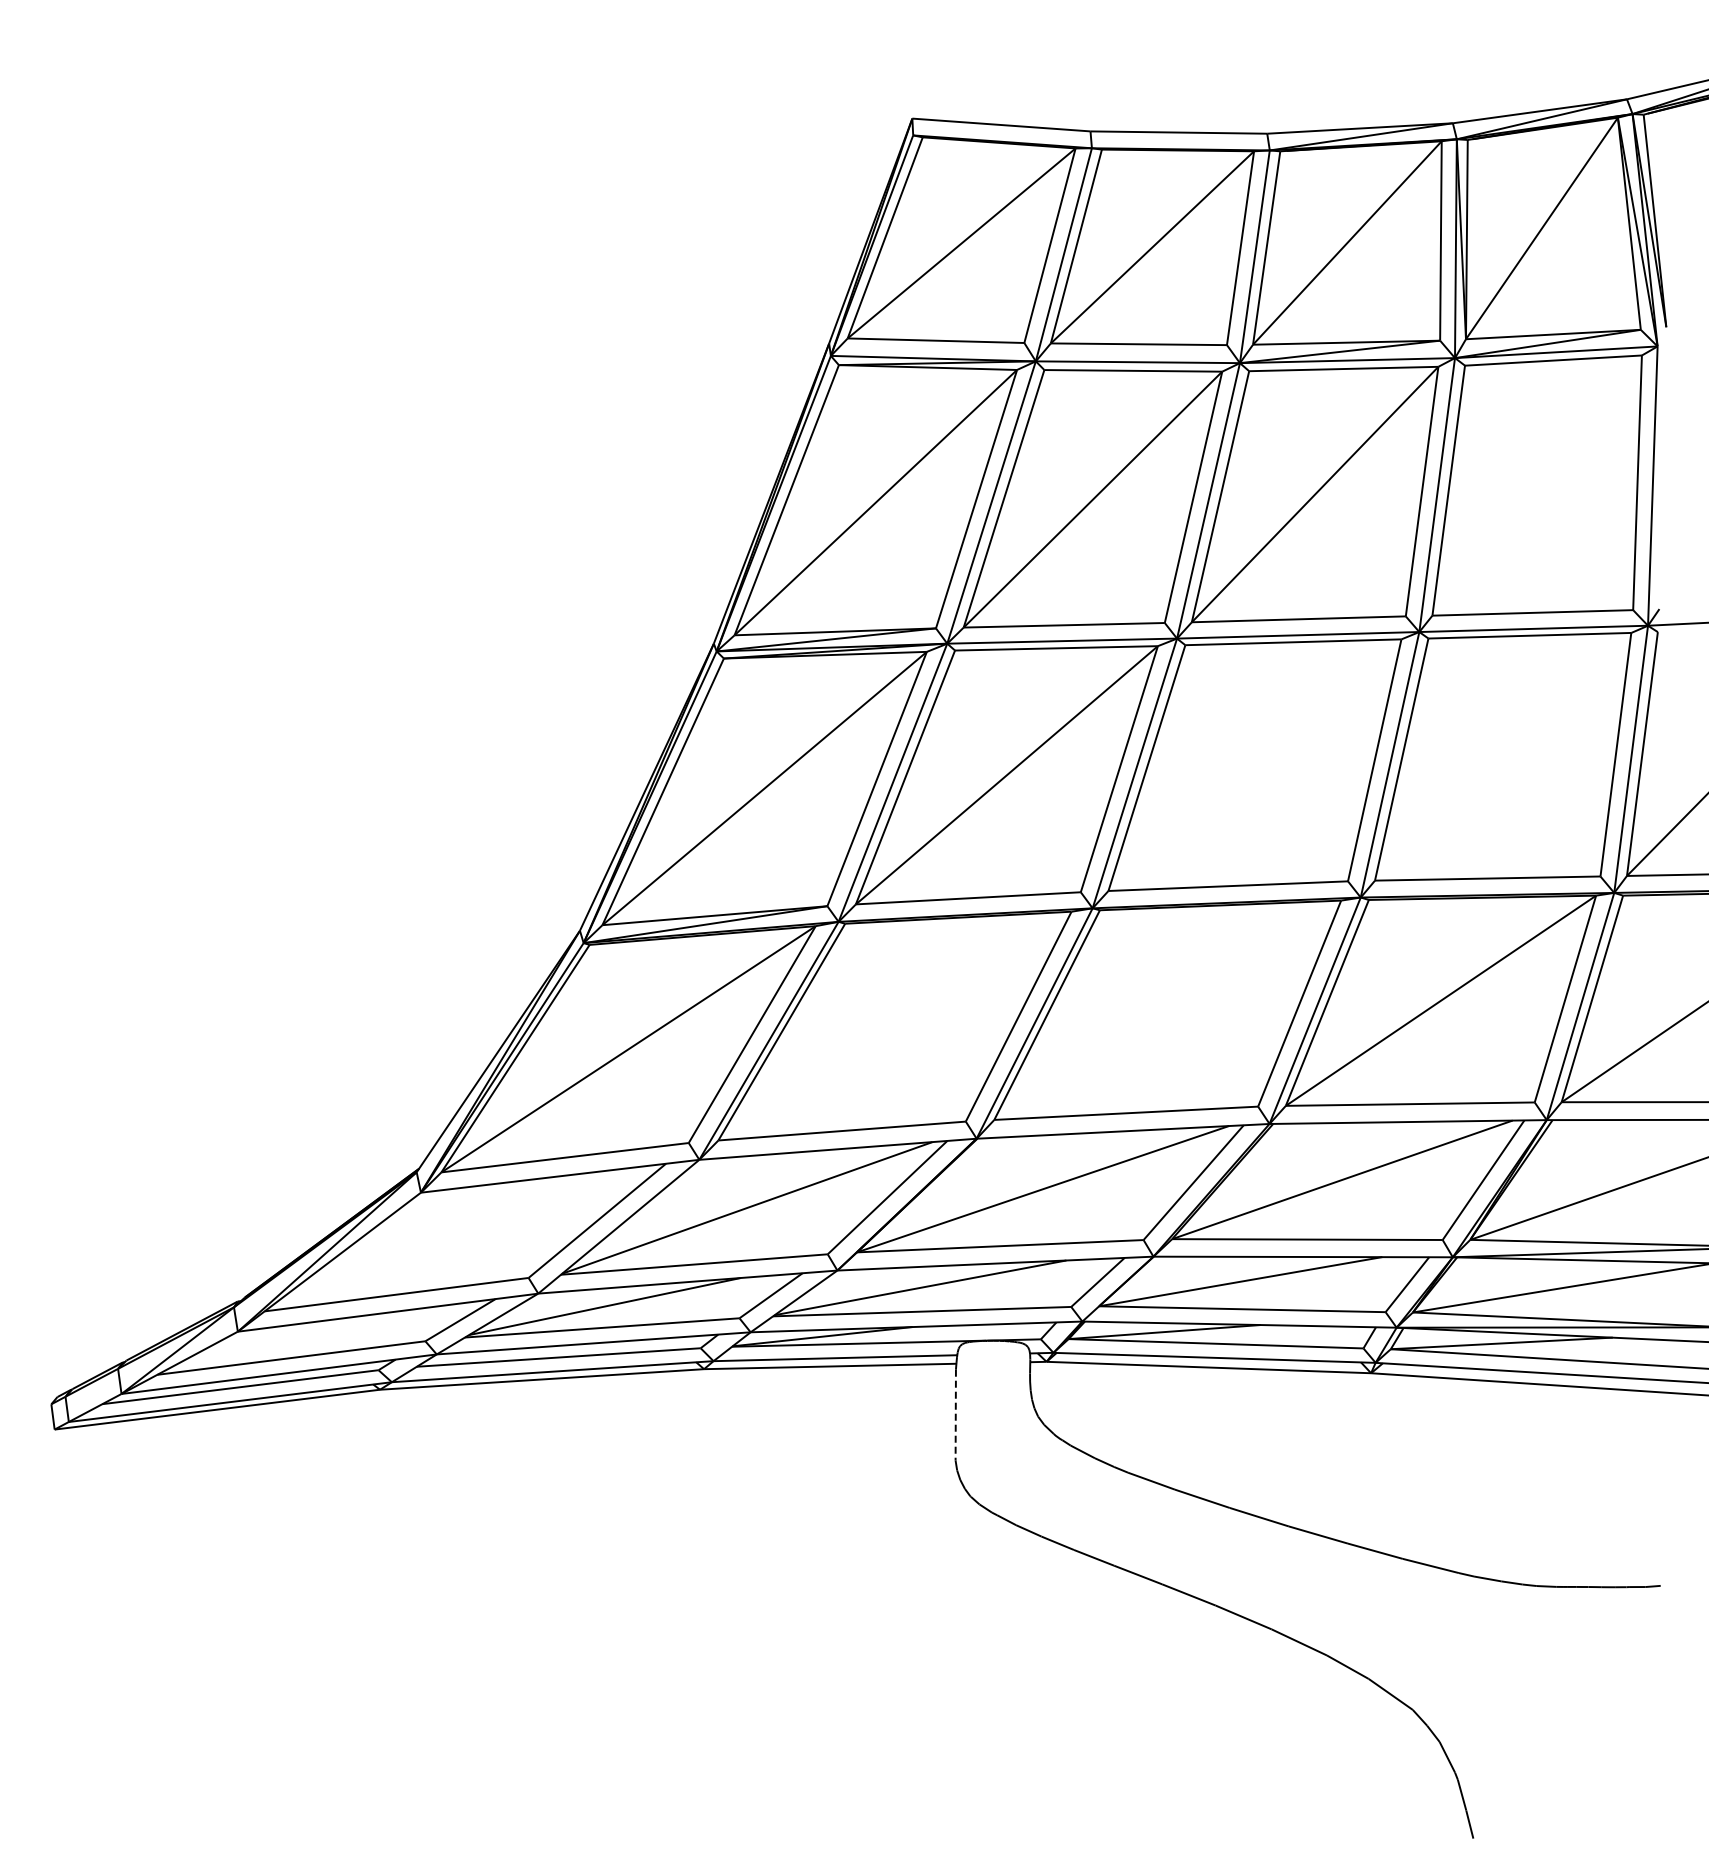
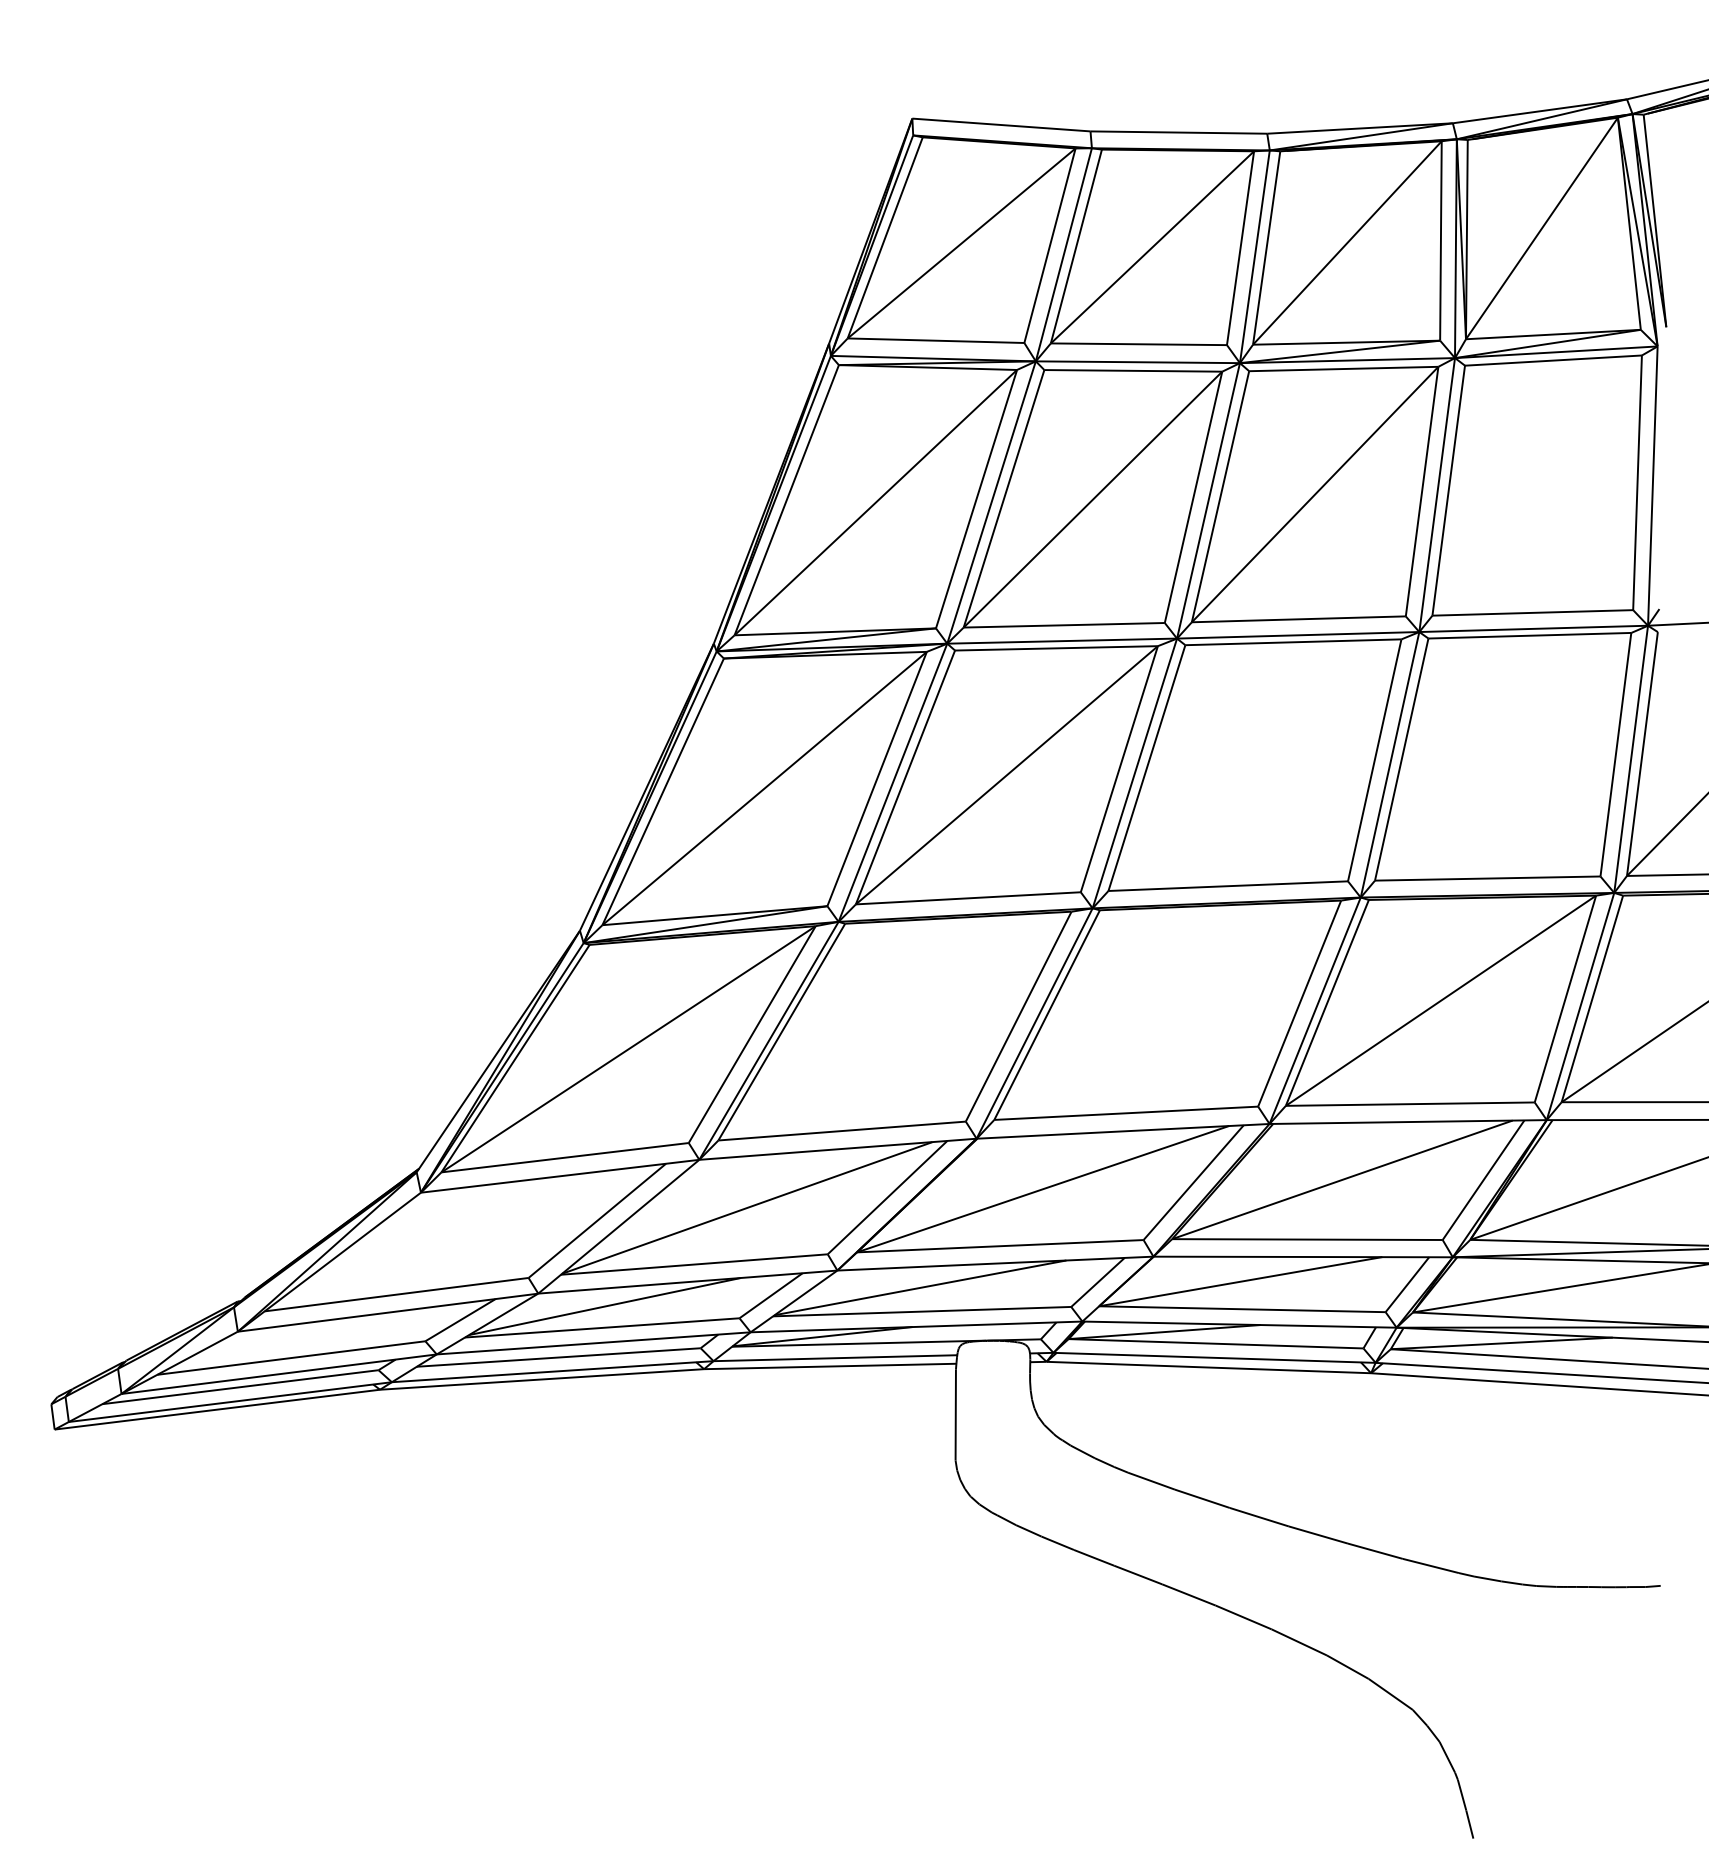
line at (955, 1415): dashed -> solid
